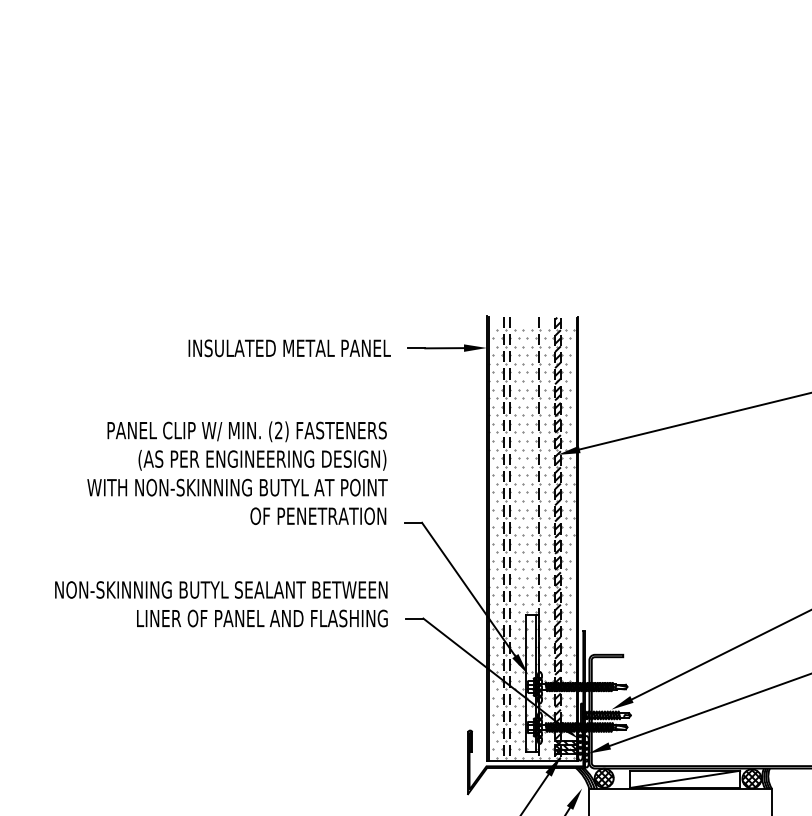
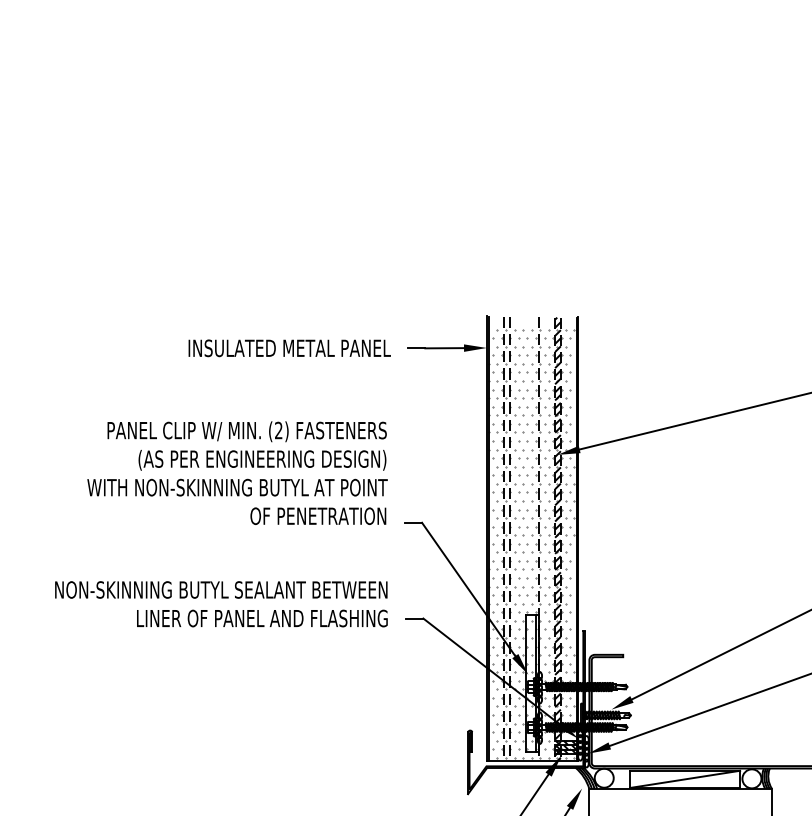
hatch at (603, 777): present -> none
hatch at (751, 778): present -> none
